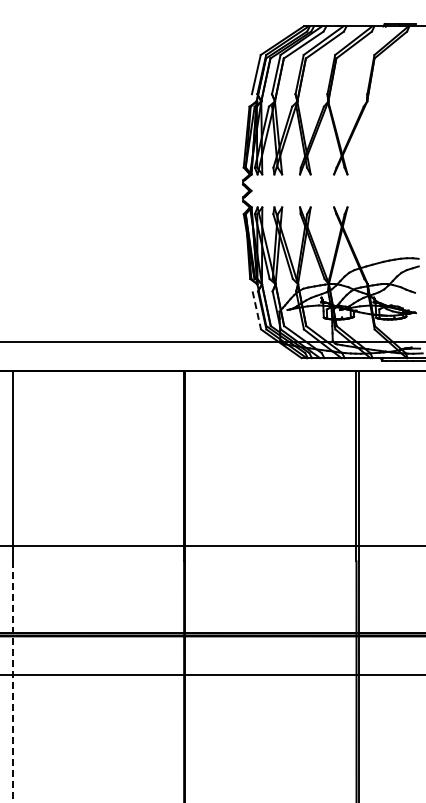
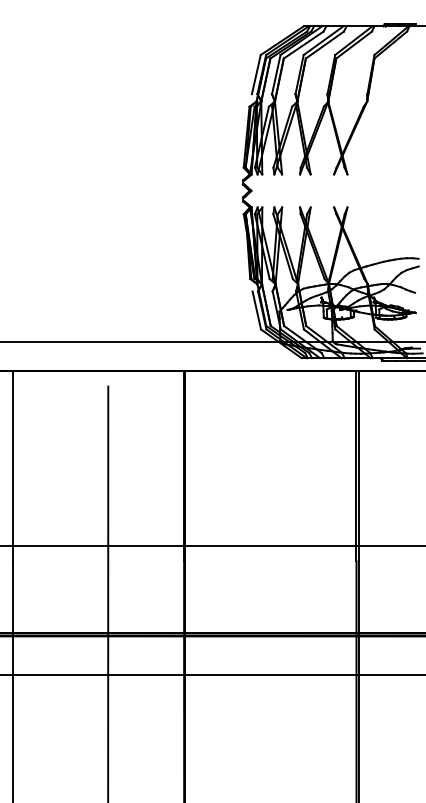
line at (256, 310): dashed -> solid
line at (108, 592): none -> present
line at (12, 682): dashed -> solid
